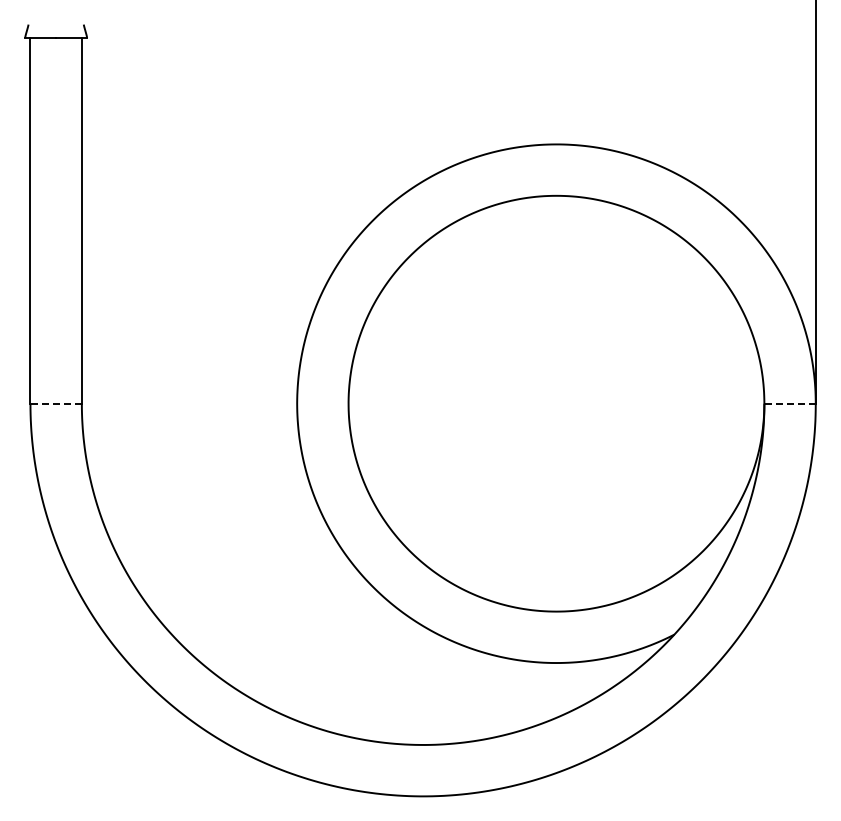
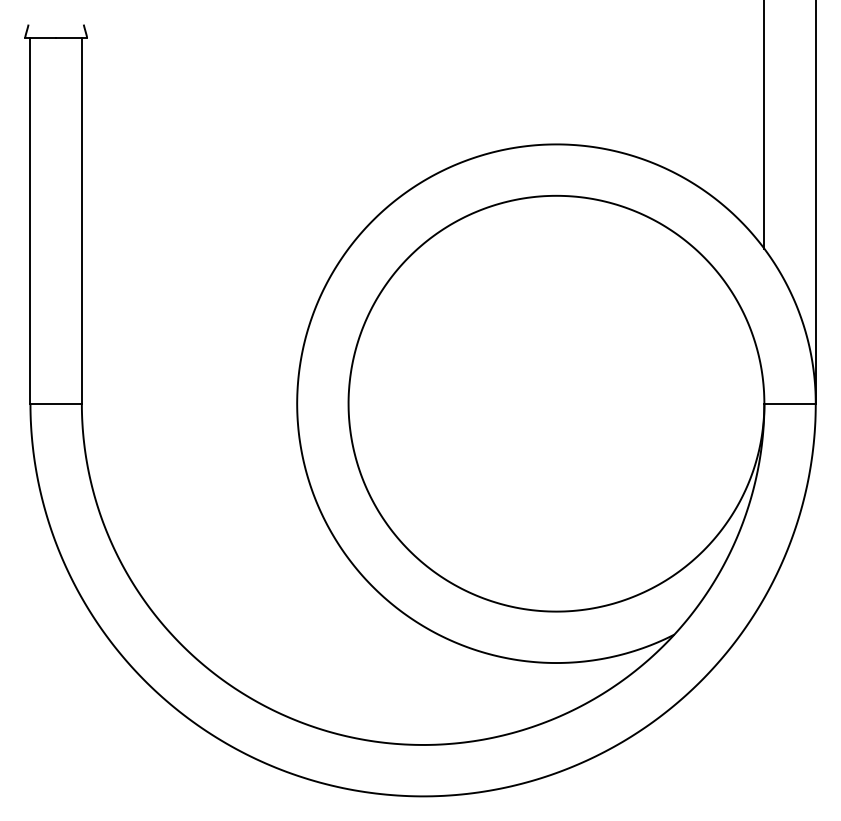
line at (764, 125): none -> present
line at (56, 403): dashed -> solid
line at (790, 403): dashed -> solid
